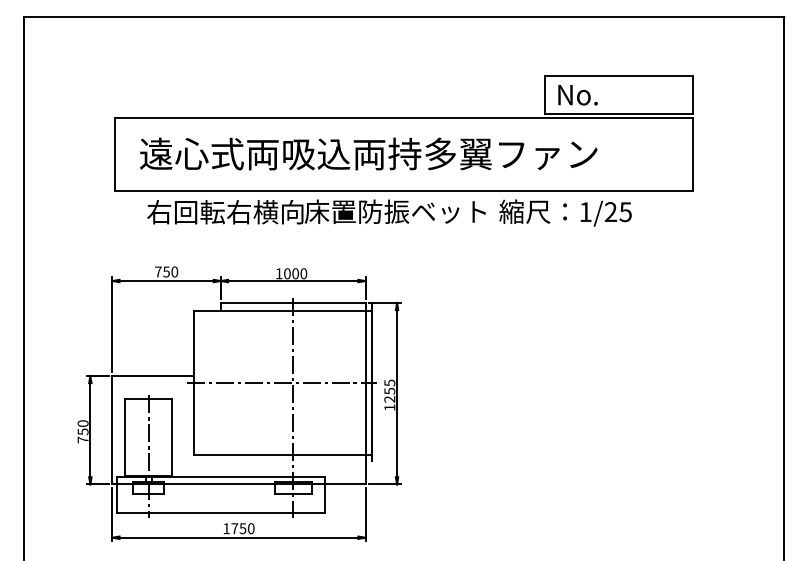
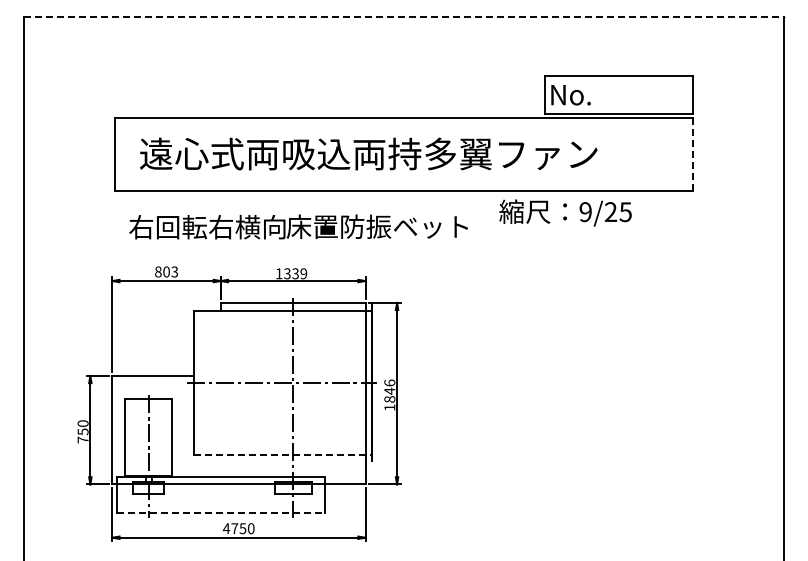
line at (404, 17): solid -> dashed
text at (577, 95) position: (577, 95) -> (570, 95)
line at (693, 155): solid -> dashed
text at (316, 211) position: (316, 211) -> (298, 226)
text at (585, 212): 1/25 -> 9/25
text at (166, 271): 750 -> 803
text at (295, 273): 1000 -> 1339
text at (389, 390): 1255 -> 1846
line at (283, 455): solid -> dashed
line at (221, 513): solid -> dashed
text at (226, 528): 1750 -> 4750
